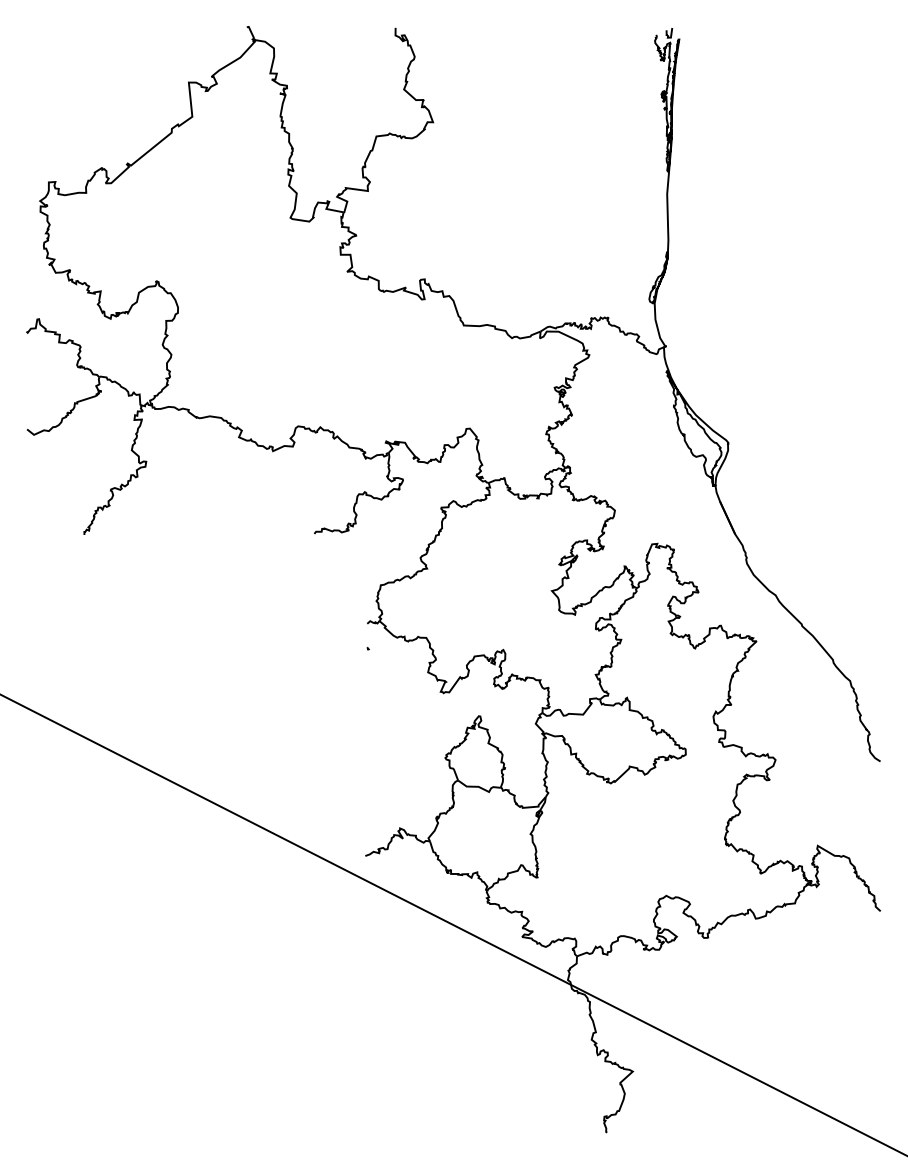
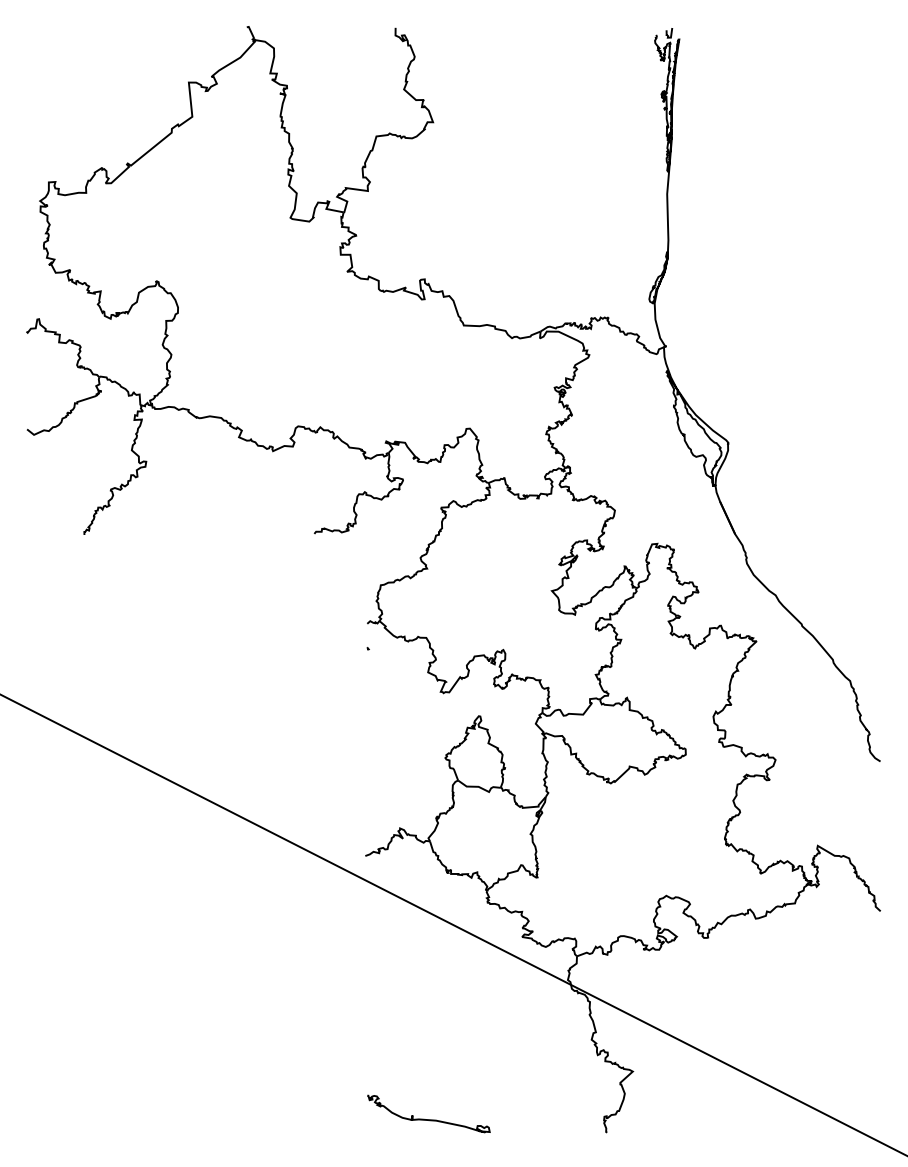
curve at (428, 1119): none -> present
